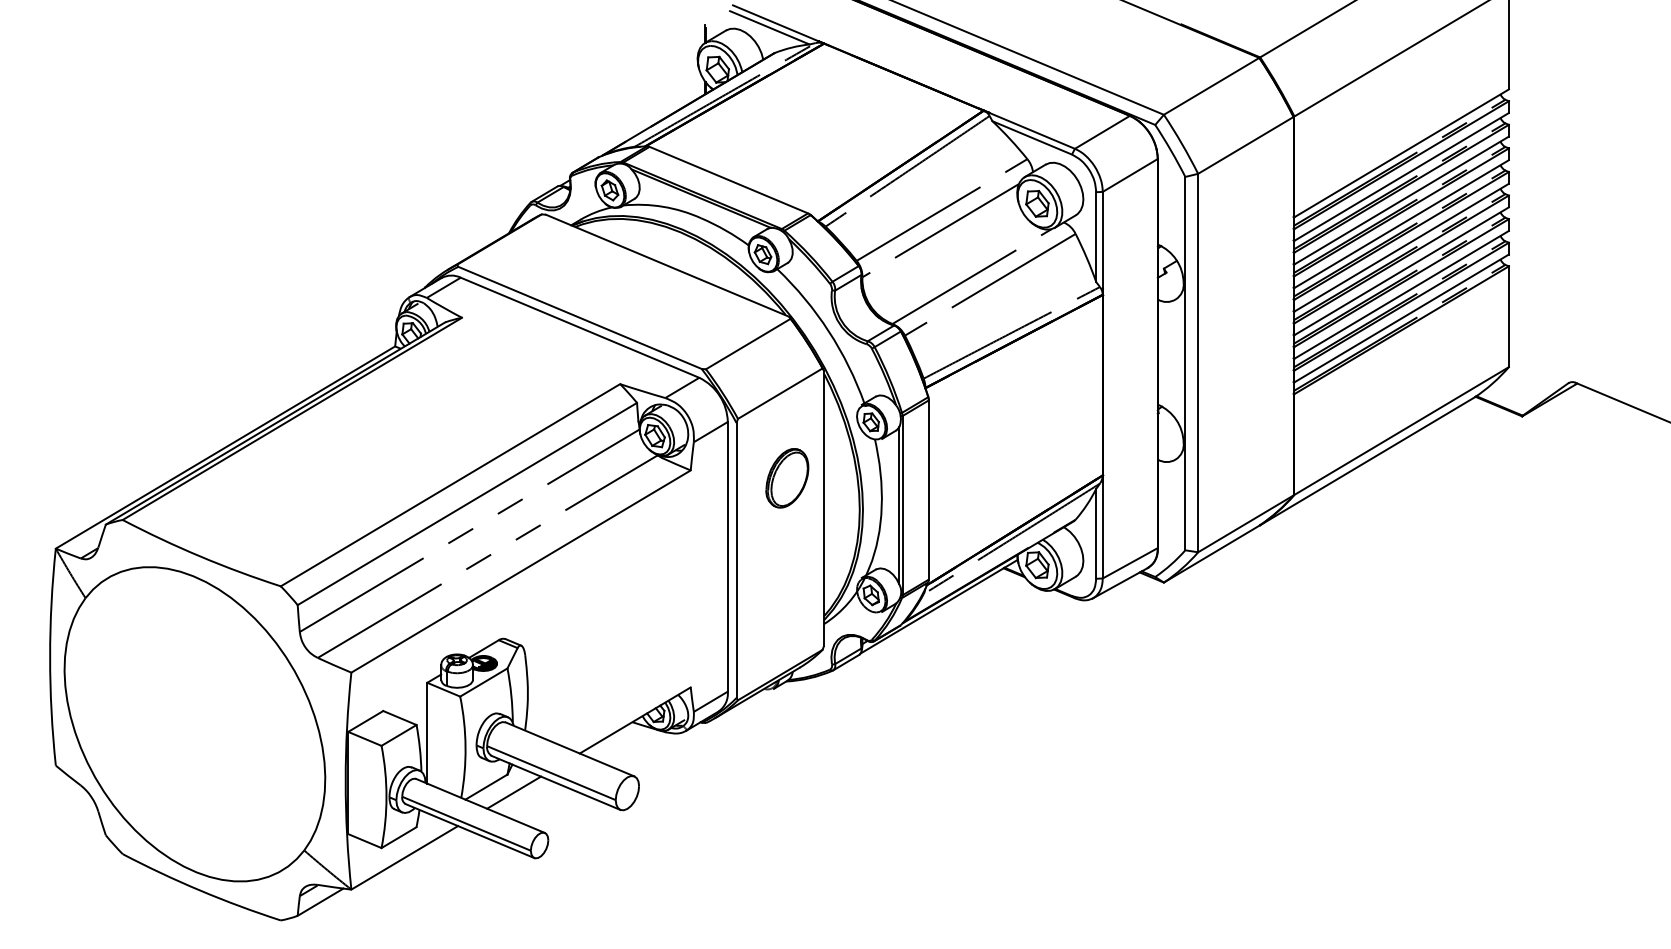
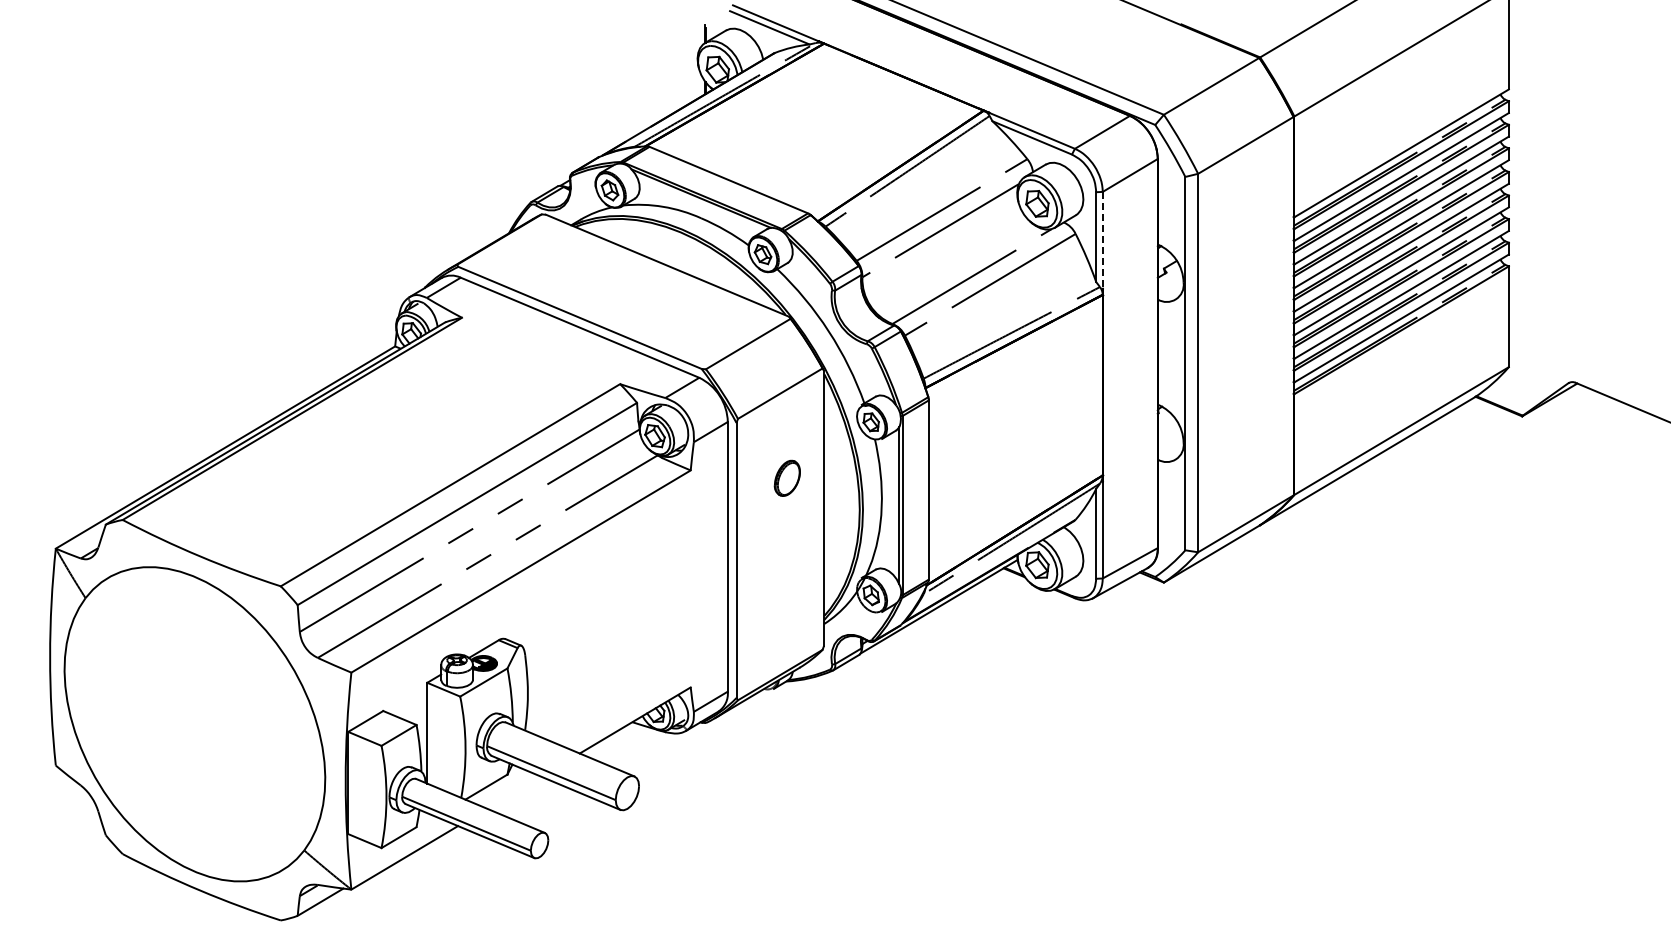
line at (1102, 240): solid -> dashed
part at (787, 478) size: 45x61 px -> 28x38 px
line at (514, 792): present -> none
